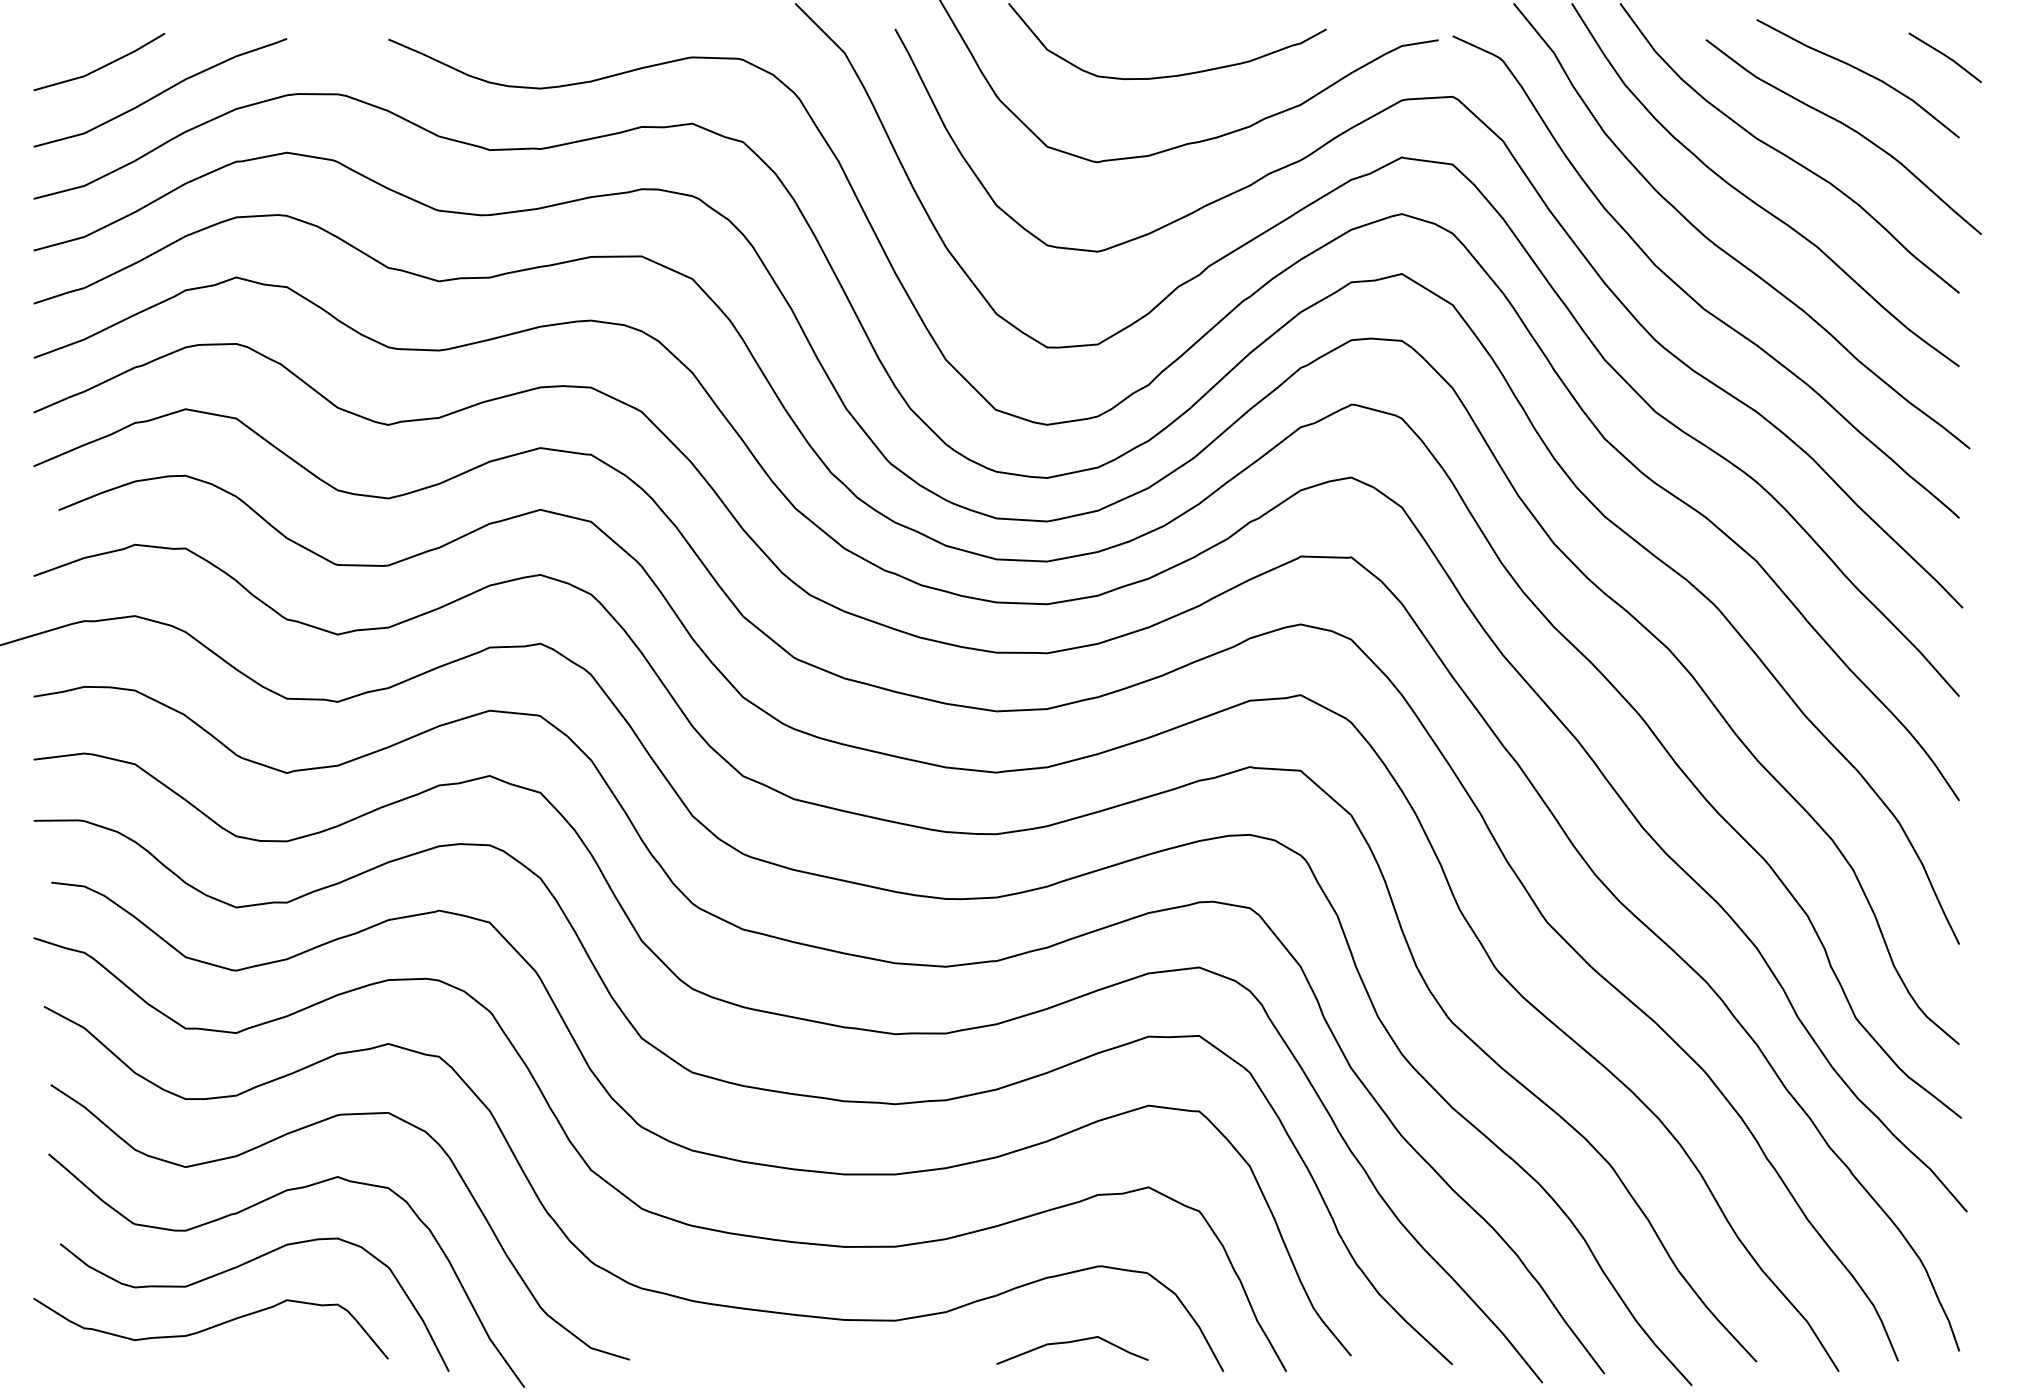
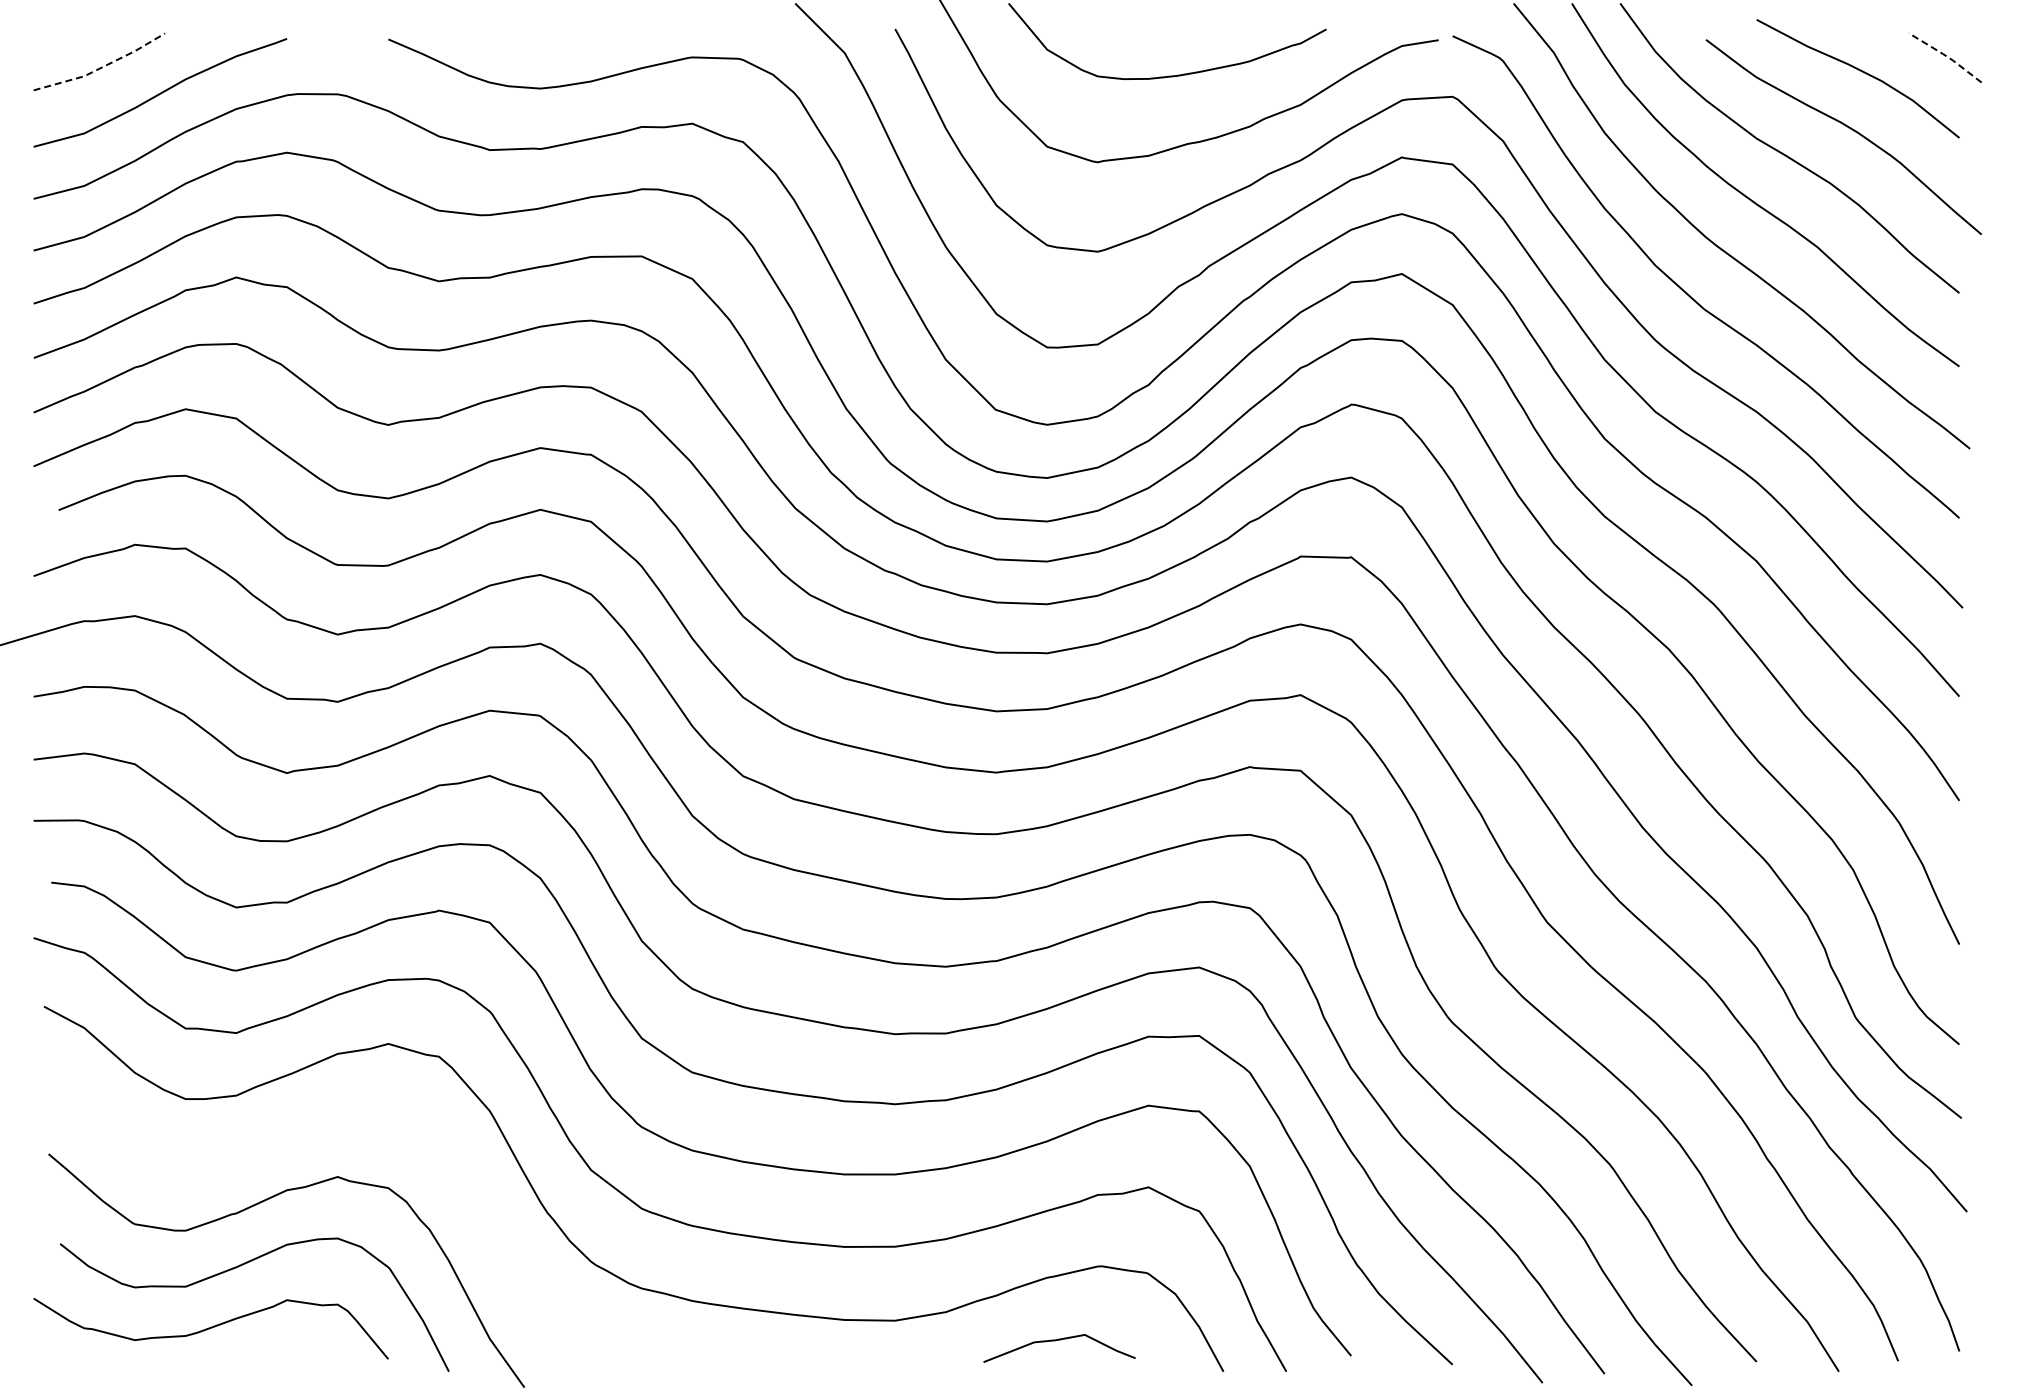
line at (1946, 56): solid -> dashed
line at (102, 67): solid -> dashed
curve at (305, 1128): present -> none
curve at (1072, 1342) position: (1072, 1342) -> (1059, 1340)
